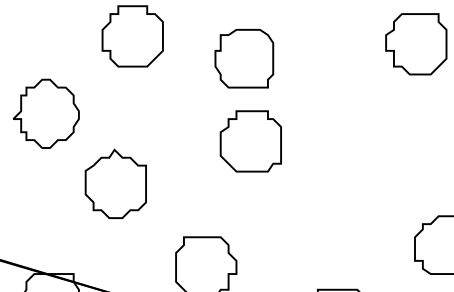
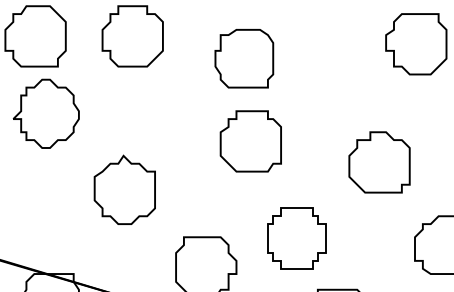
part at (35, 36): none -> present
part at (379, 162): none -> present
part at (115, 183) position: (115, 183) -> (124, 189)
part at (296, 238): none -> present
